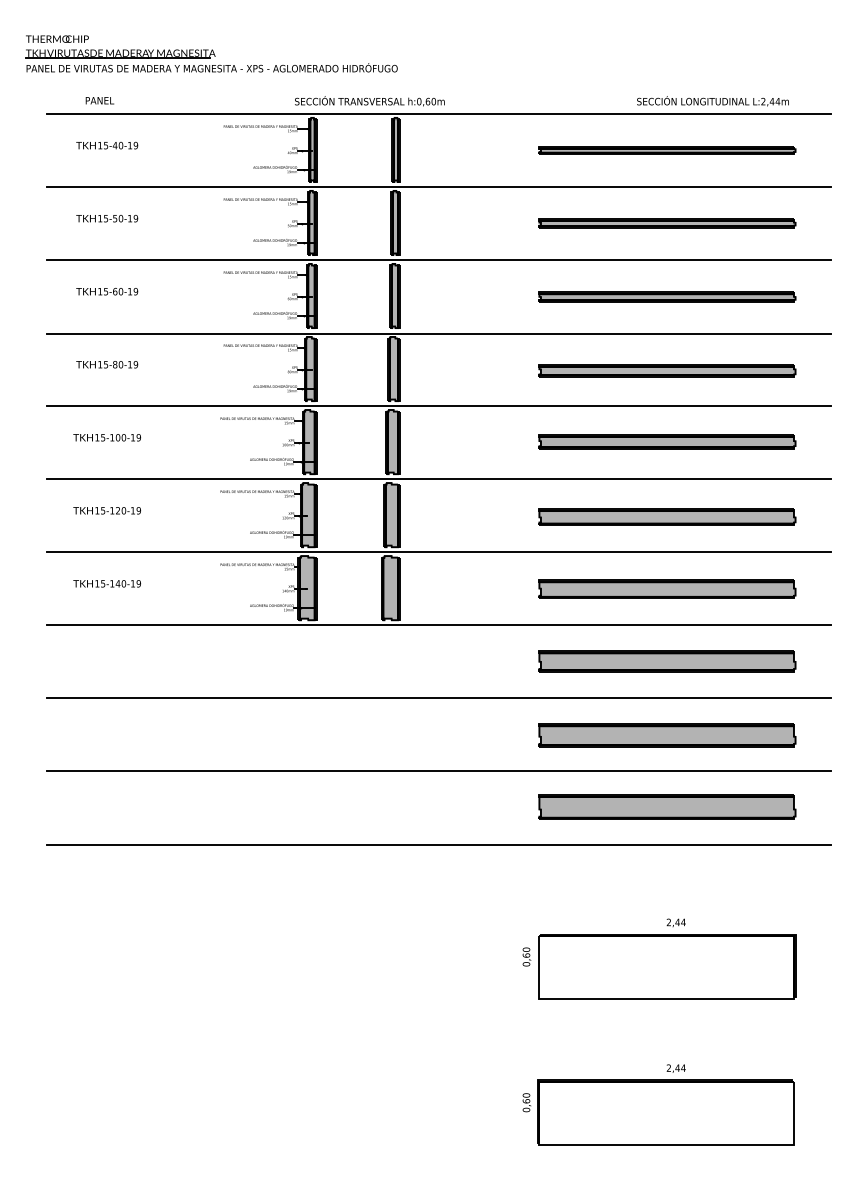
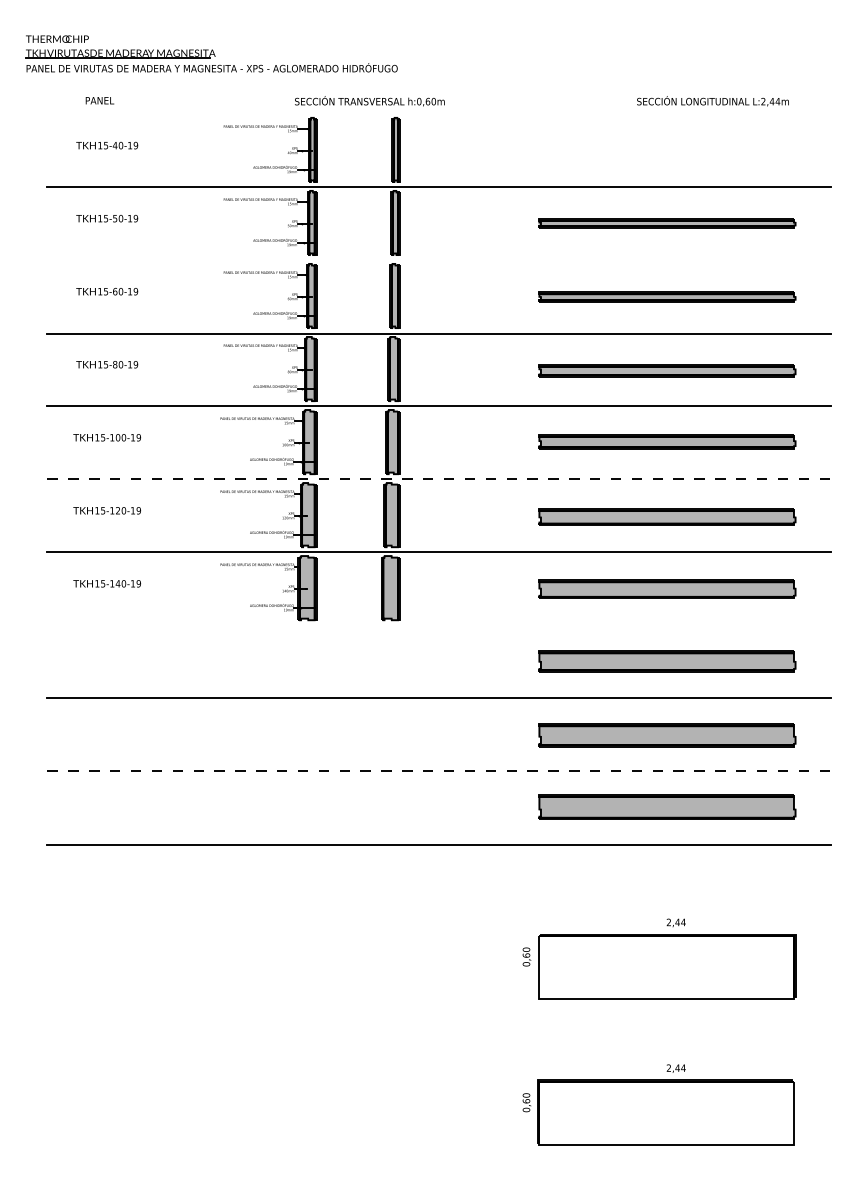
line at (439, 114): present -> none
part at (667, 150): present -> none
line at (439, 260): present -> none
line at (439, 479): solid -> dashed
line at (439, 625): present -> none
line at (439, 771): solid -> dashed
